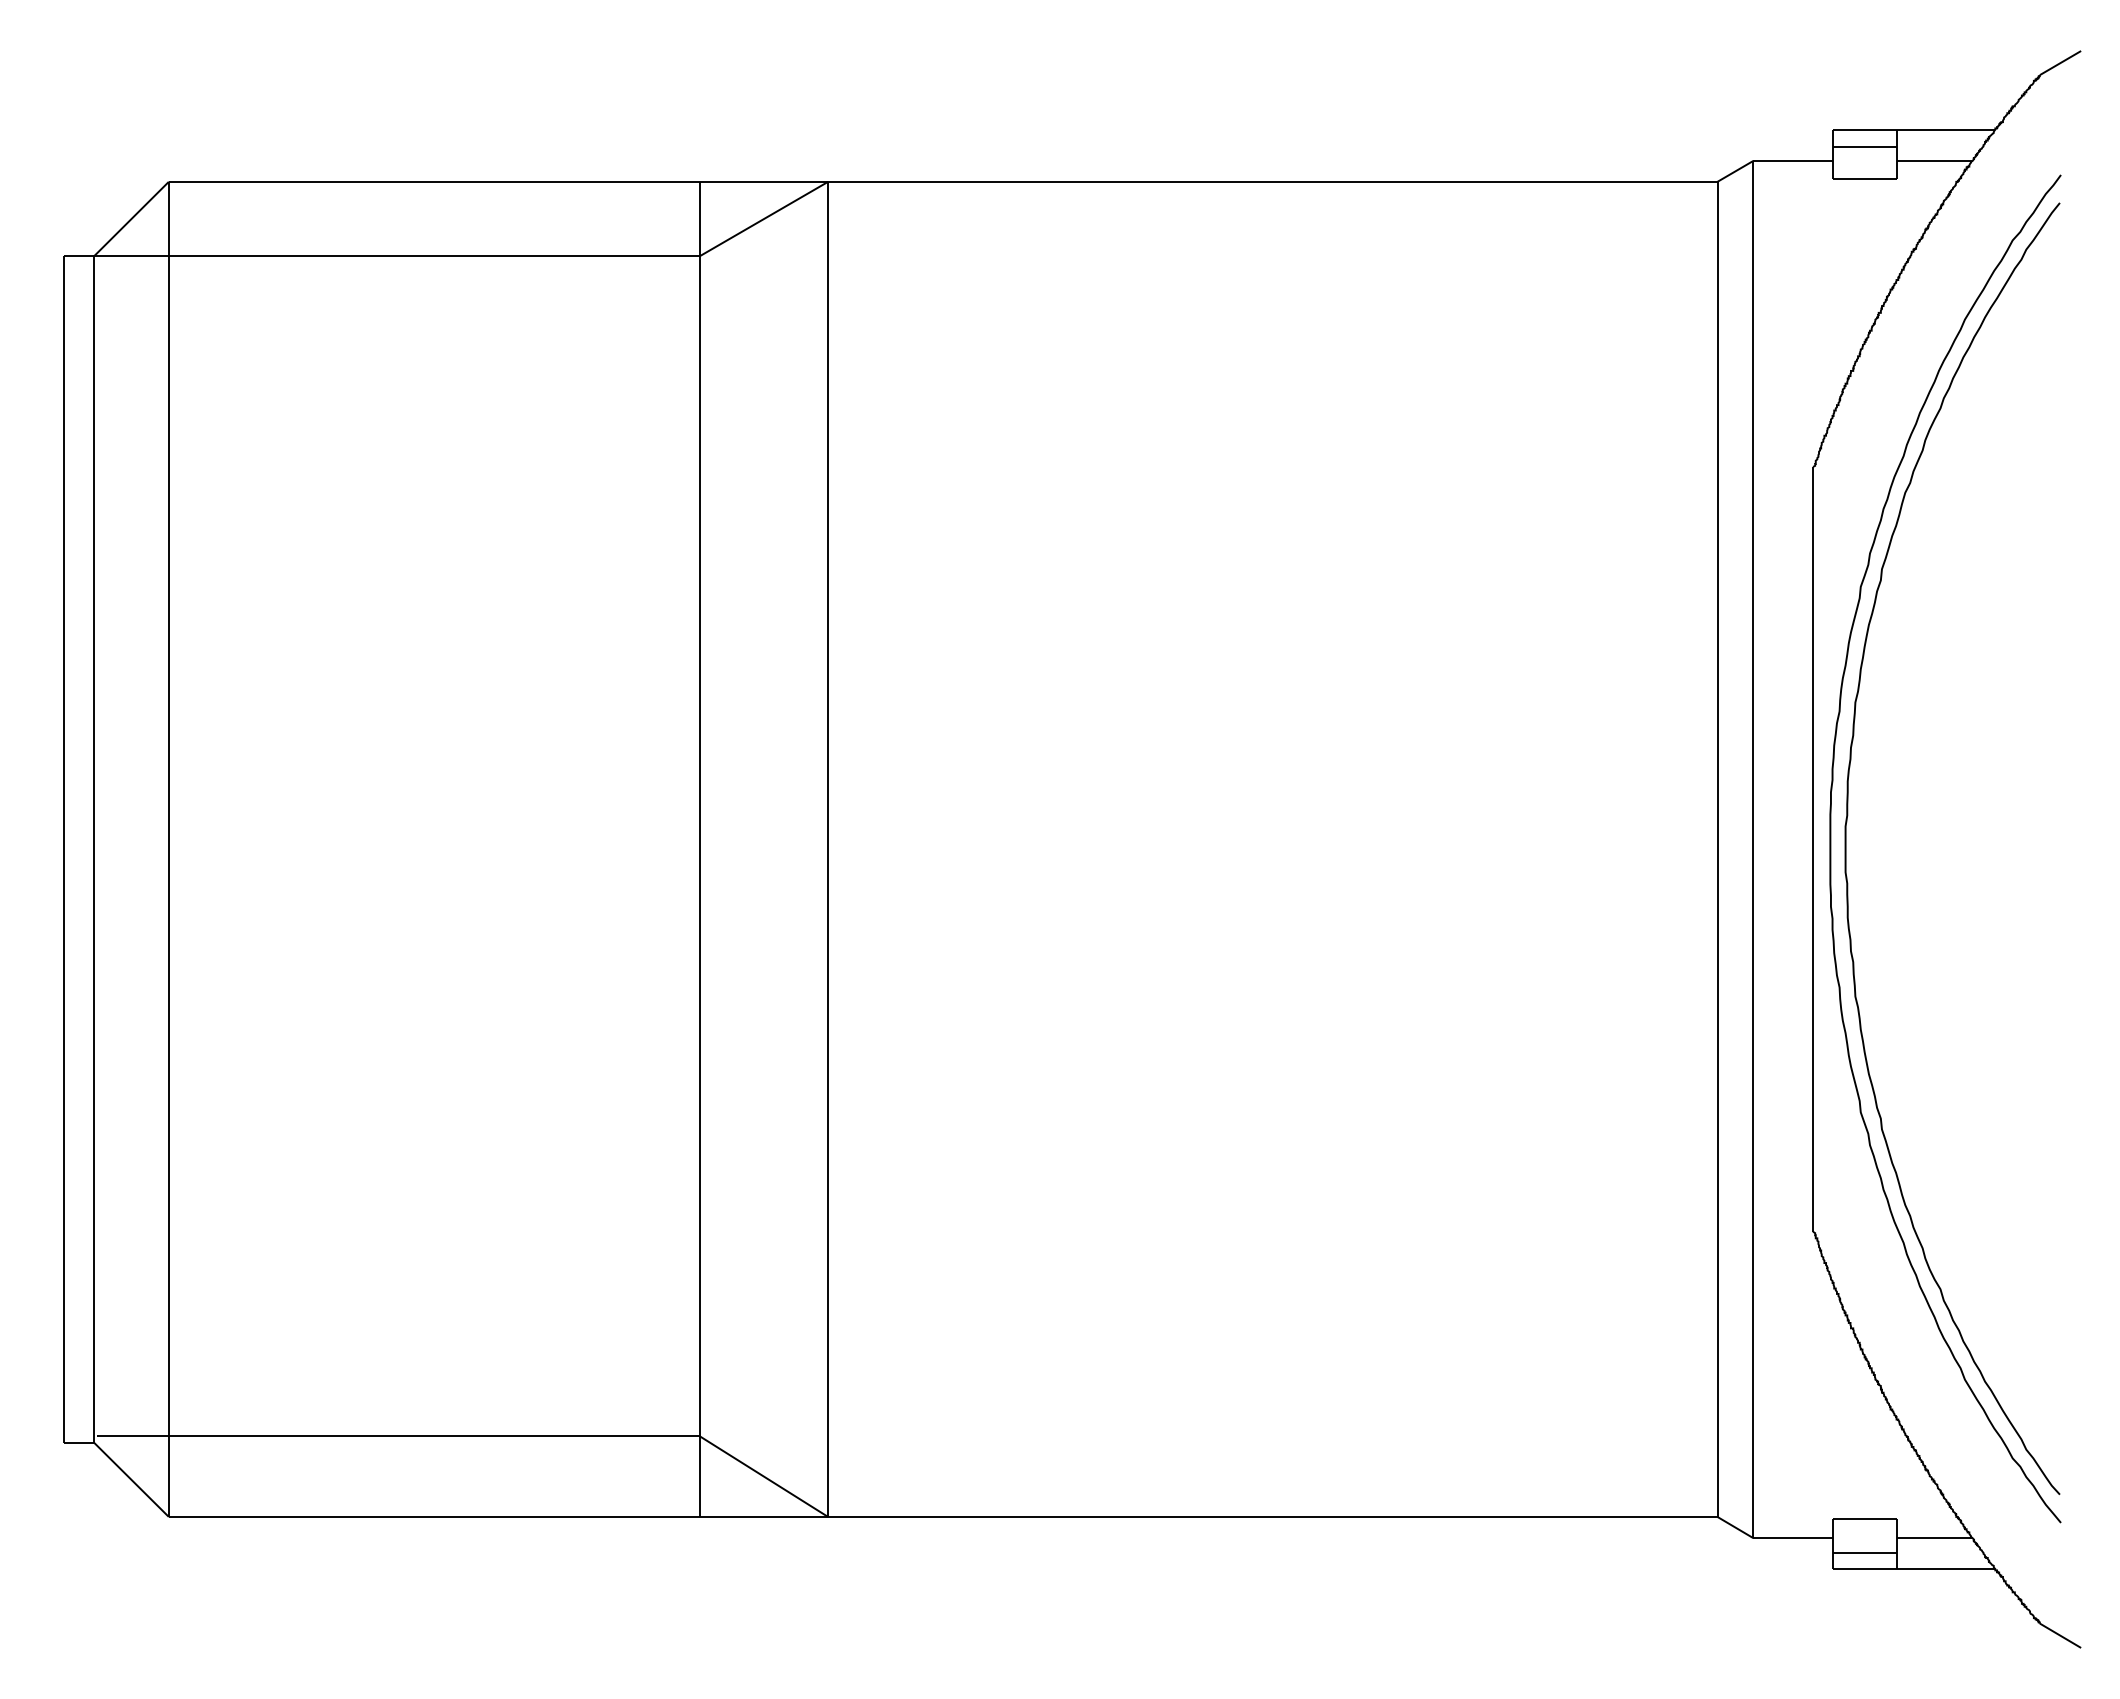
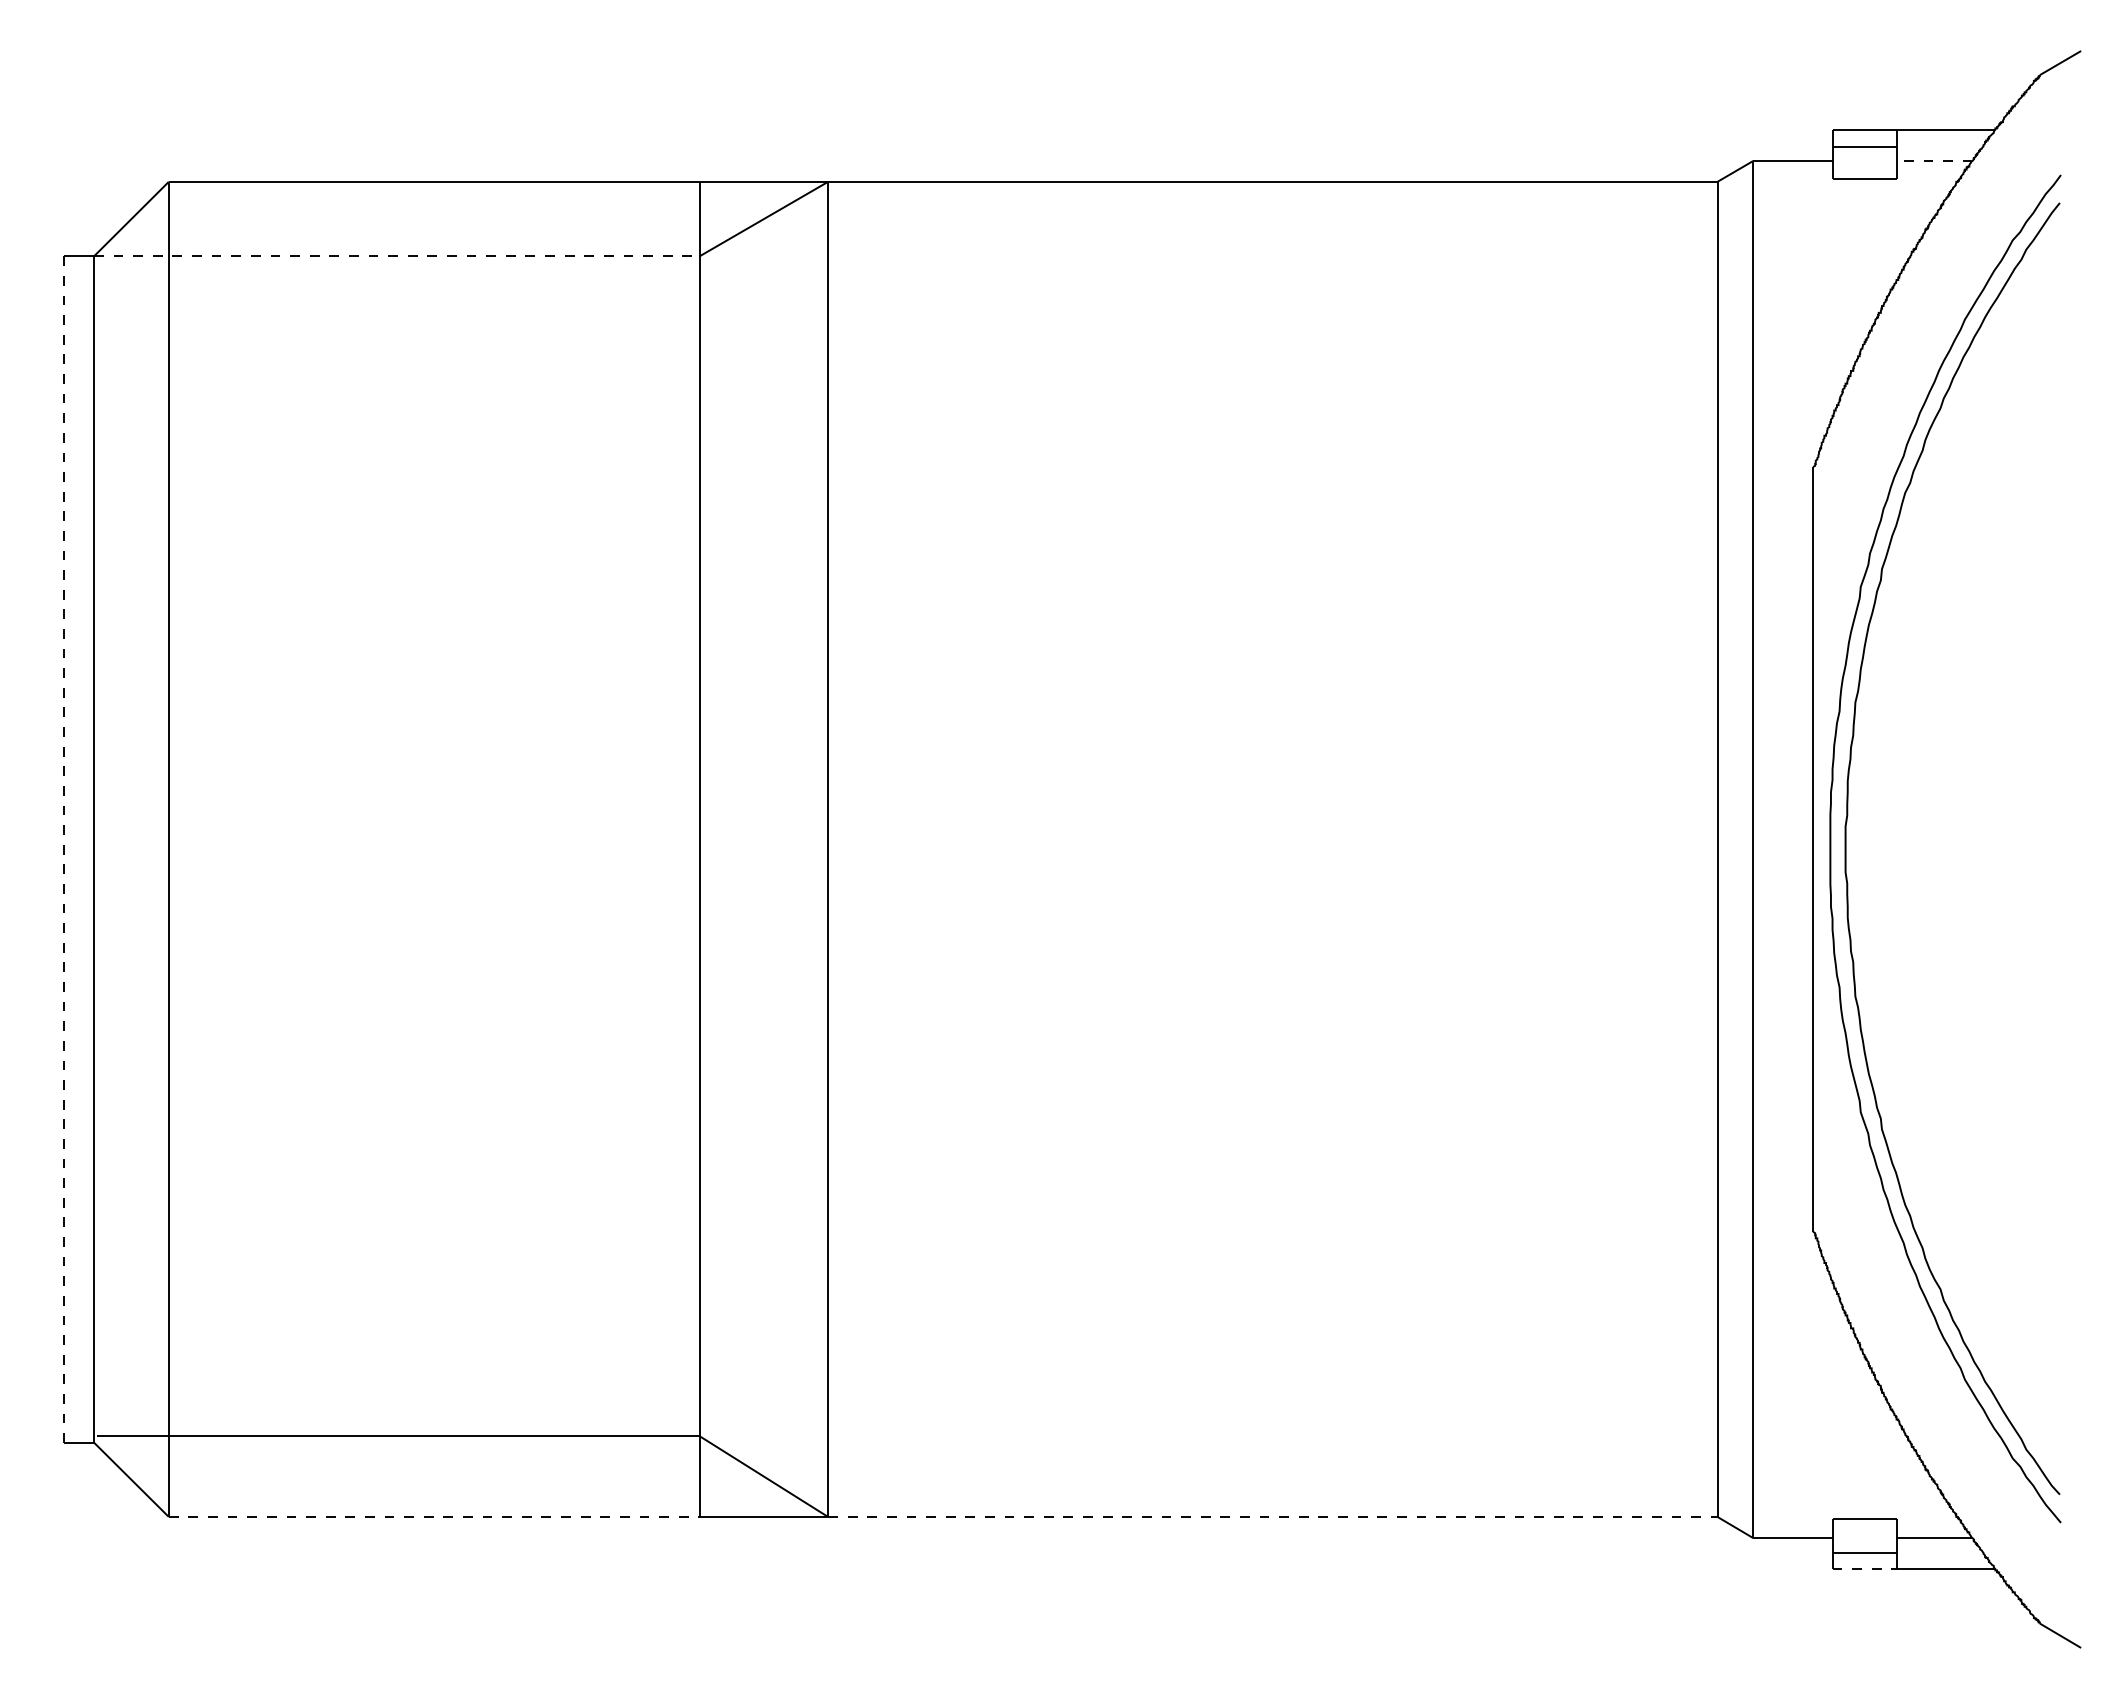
line at (1934, 160): solid -> dashed
line at (396, 256): solid -> dashed
line at (63, 849): solid -> dashed
line at (434, 1516): solid -> dashed
line at (1272, 1516): solid -> dashed
line at (1865, 1569): solid -> dashed
